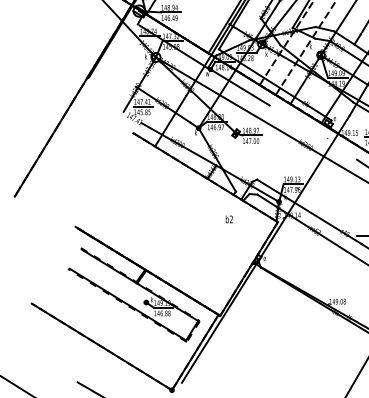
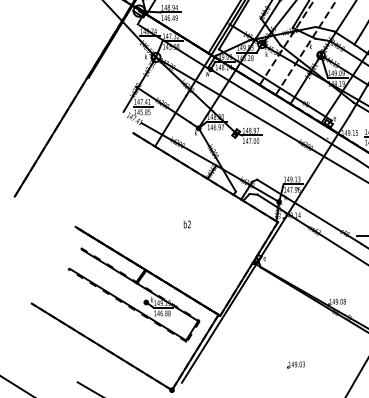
line at (313, 132): none -> present
text at (228, 219) position: (228, 219) -> (186, 224)
part at (295, 364): none -> present
